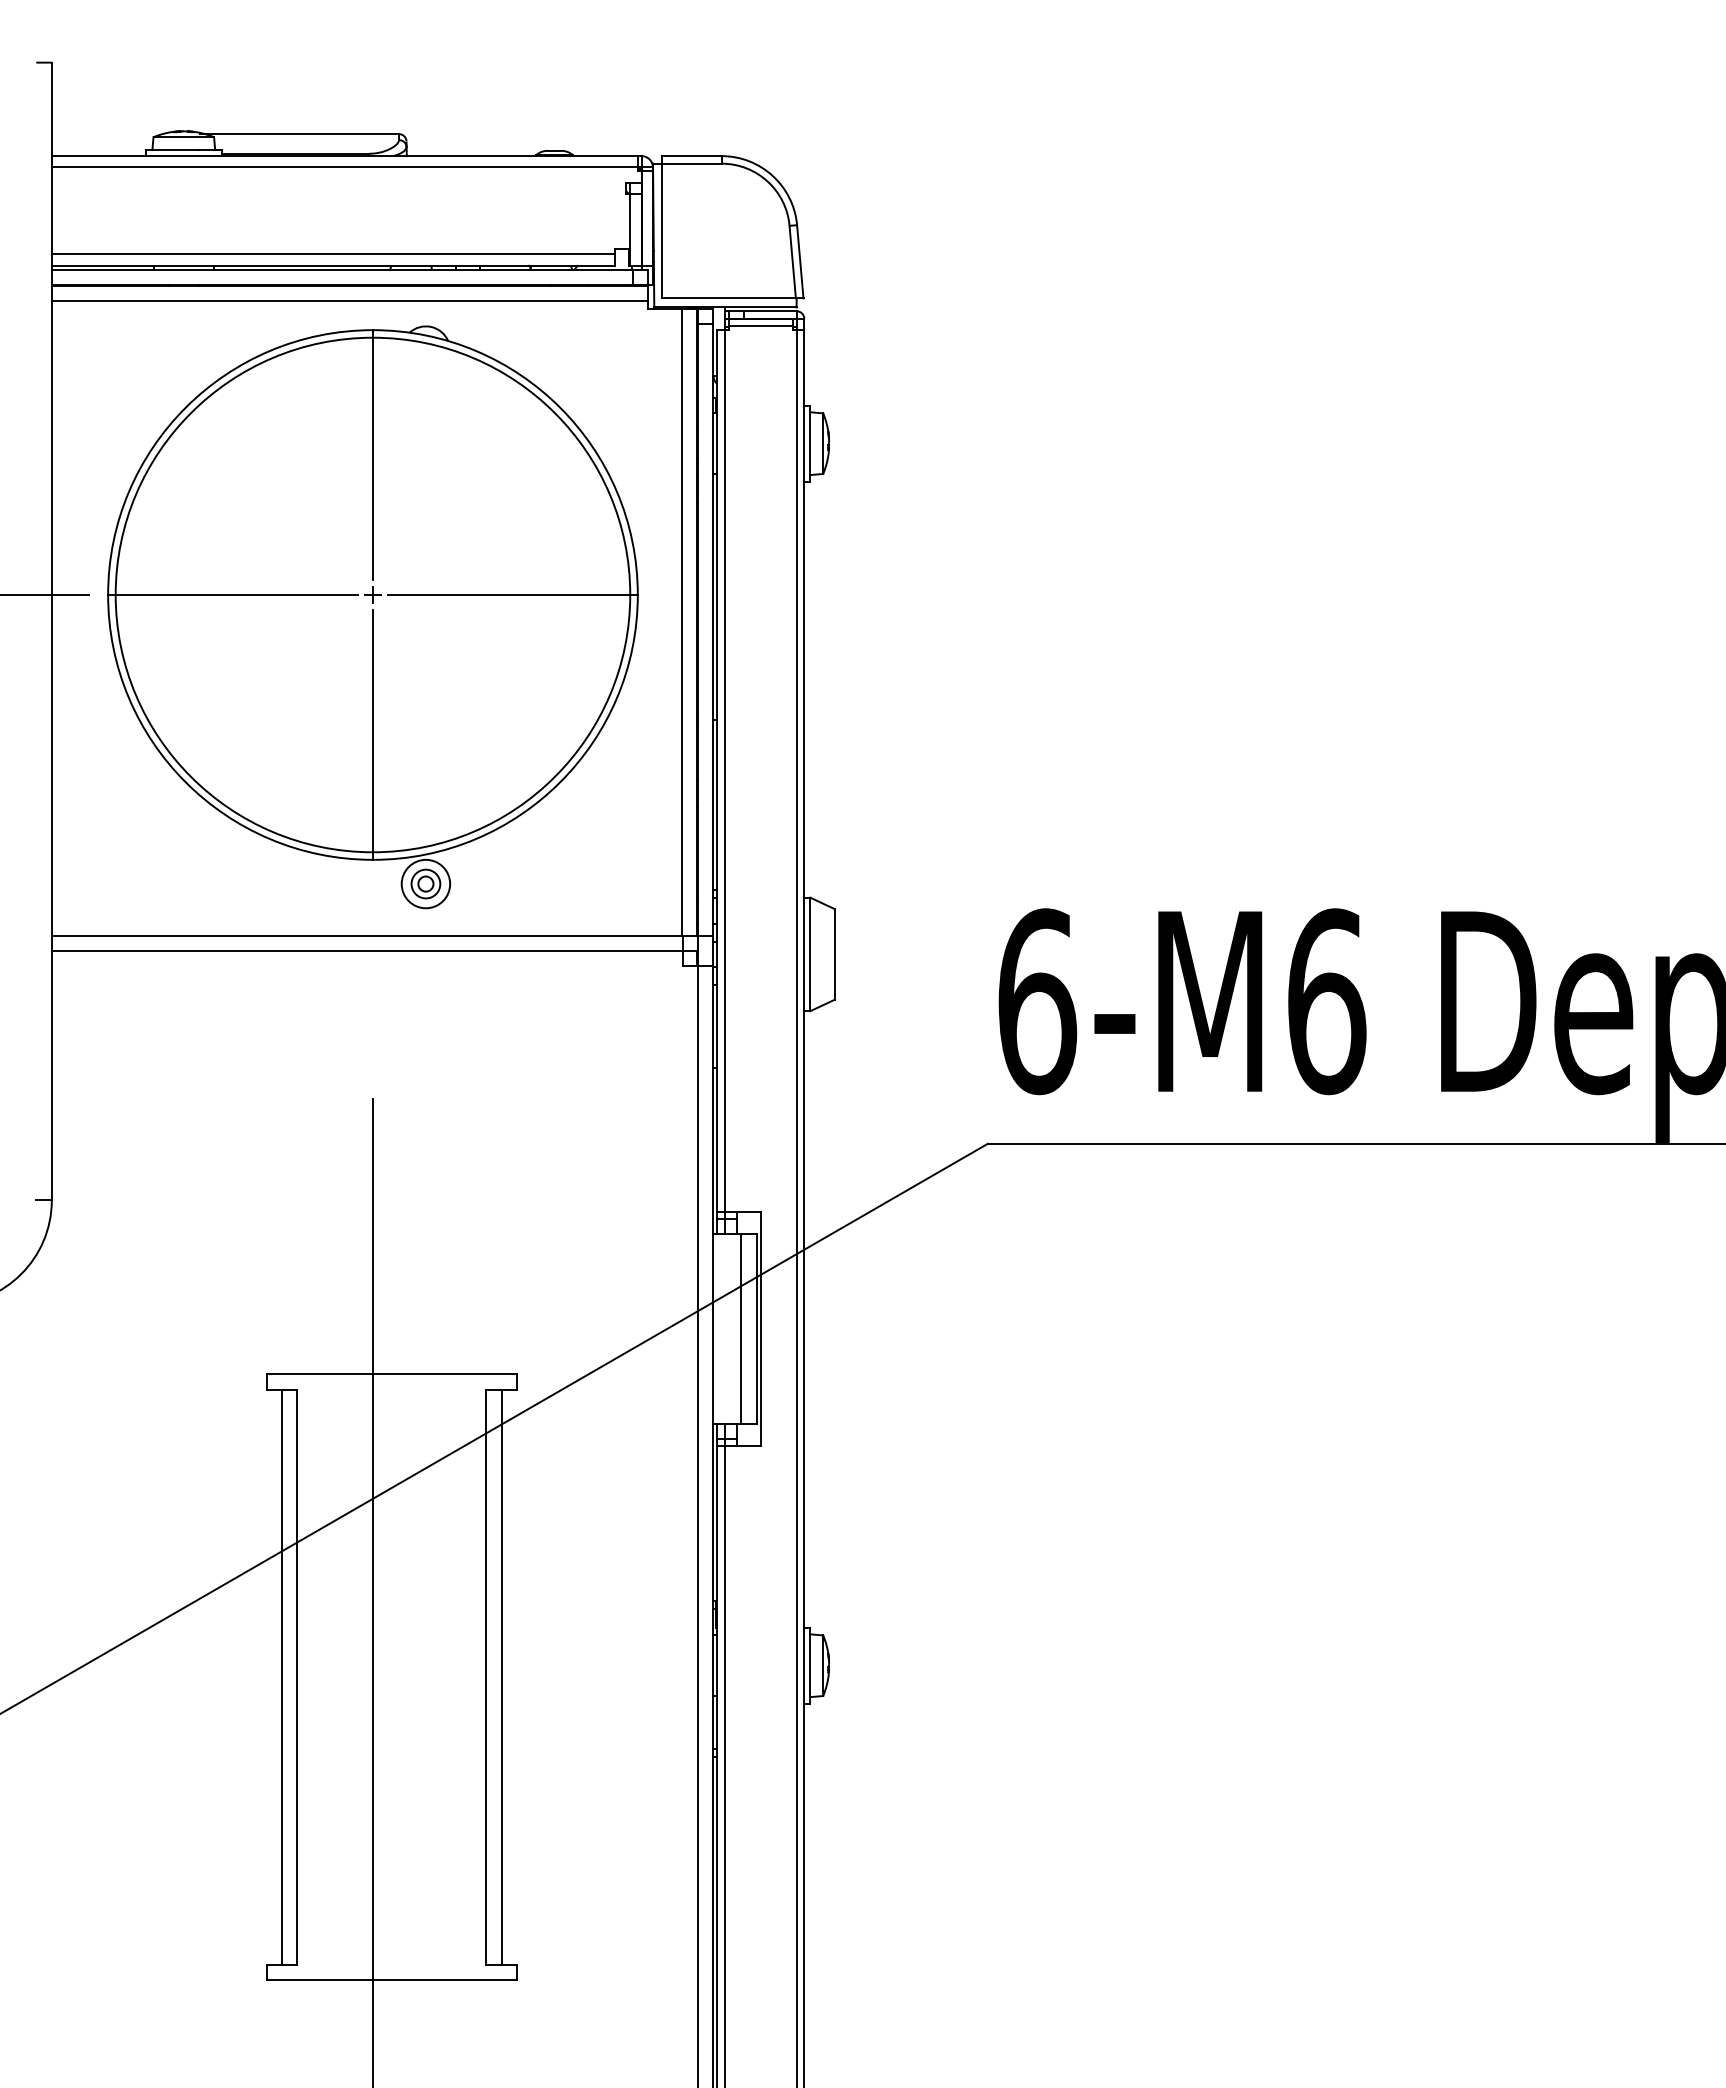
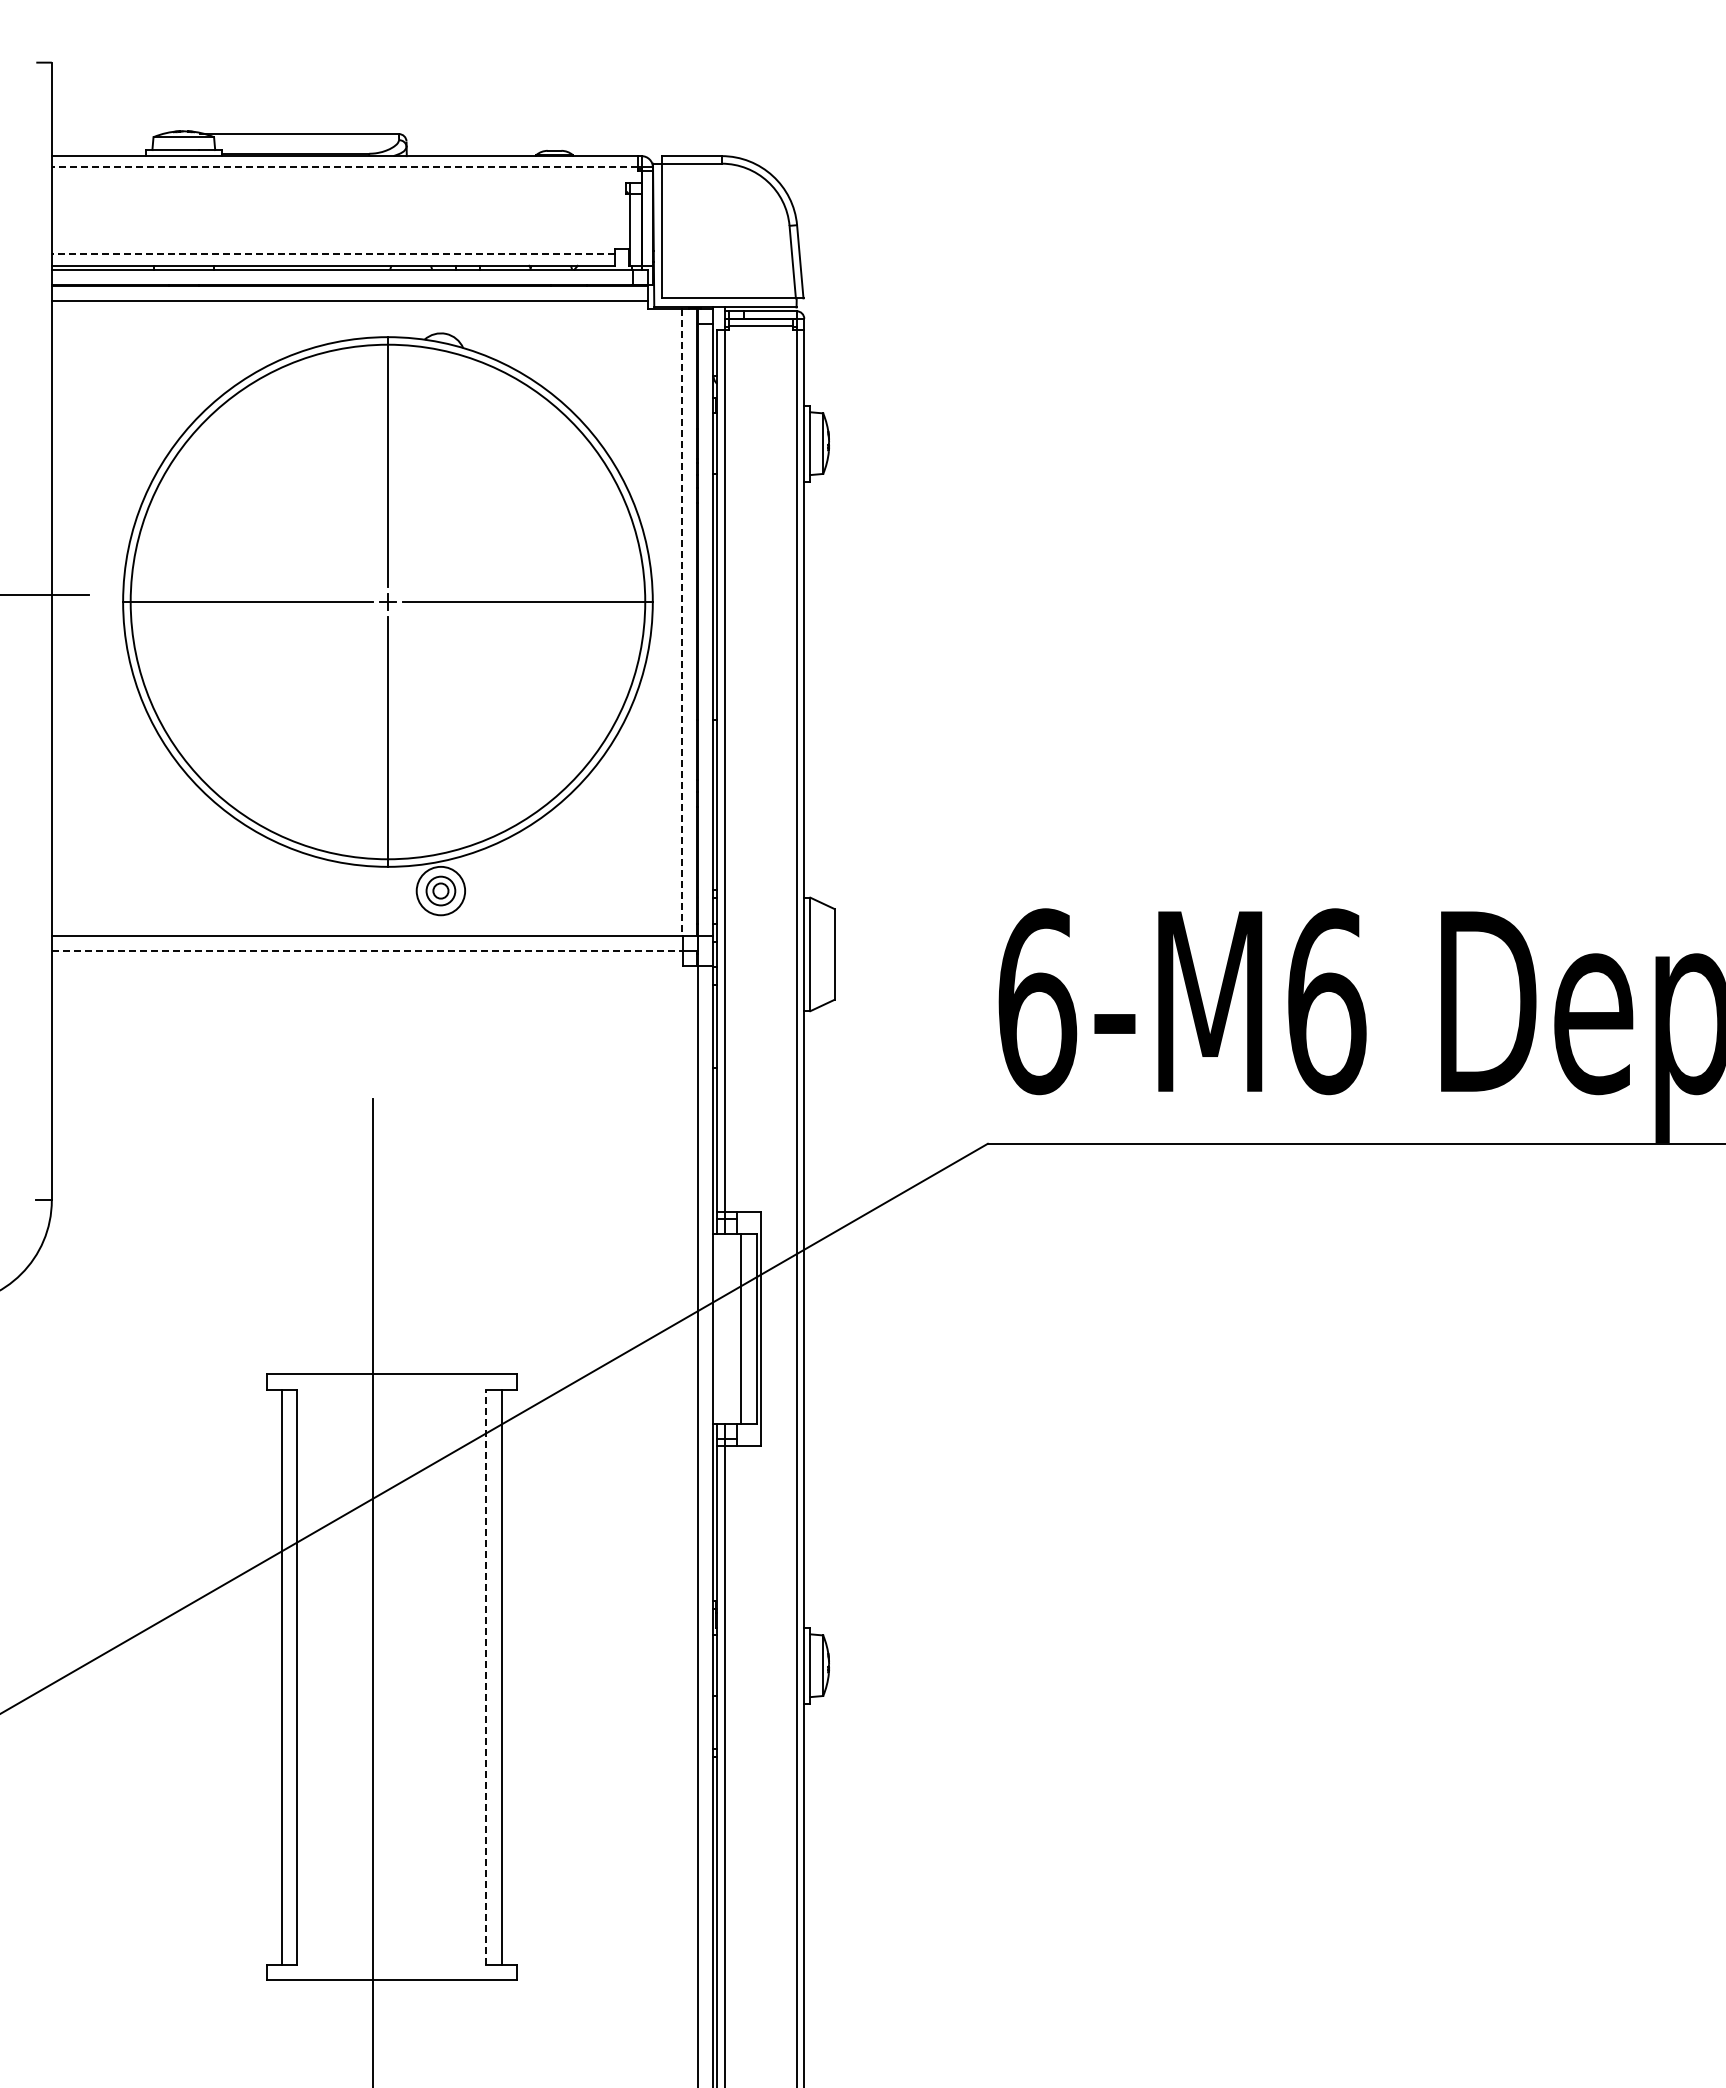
line at (344, 167): solid -> dashed
line at (333, 254): solid -> dashed
part at (372, 617) position: (372, 617) -> (387, 624)
line at (681, 622): solid -> dashed
line at (367, 950): solid -> dashed
line at (486, 1677): solid -> dashed
